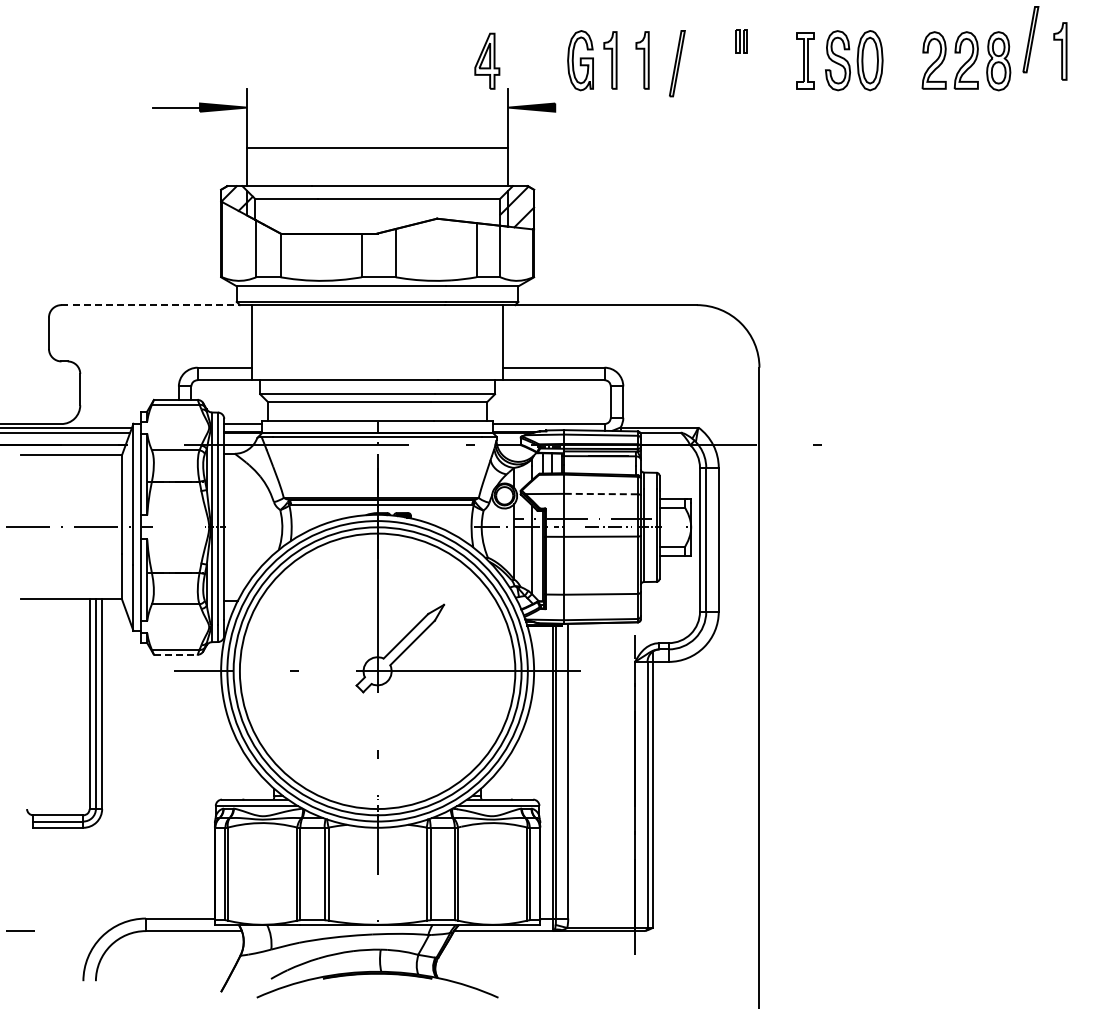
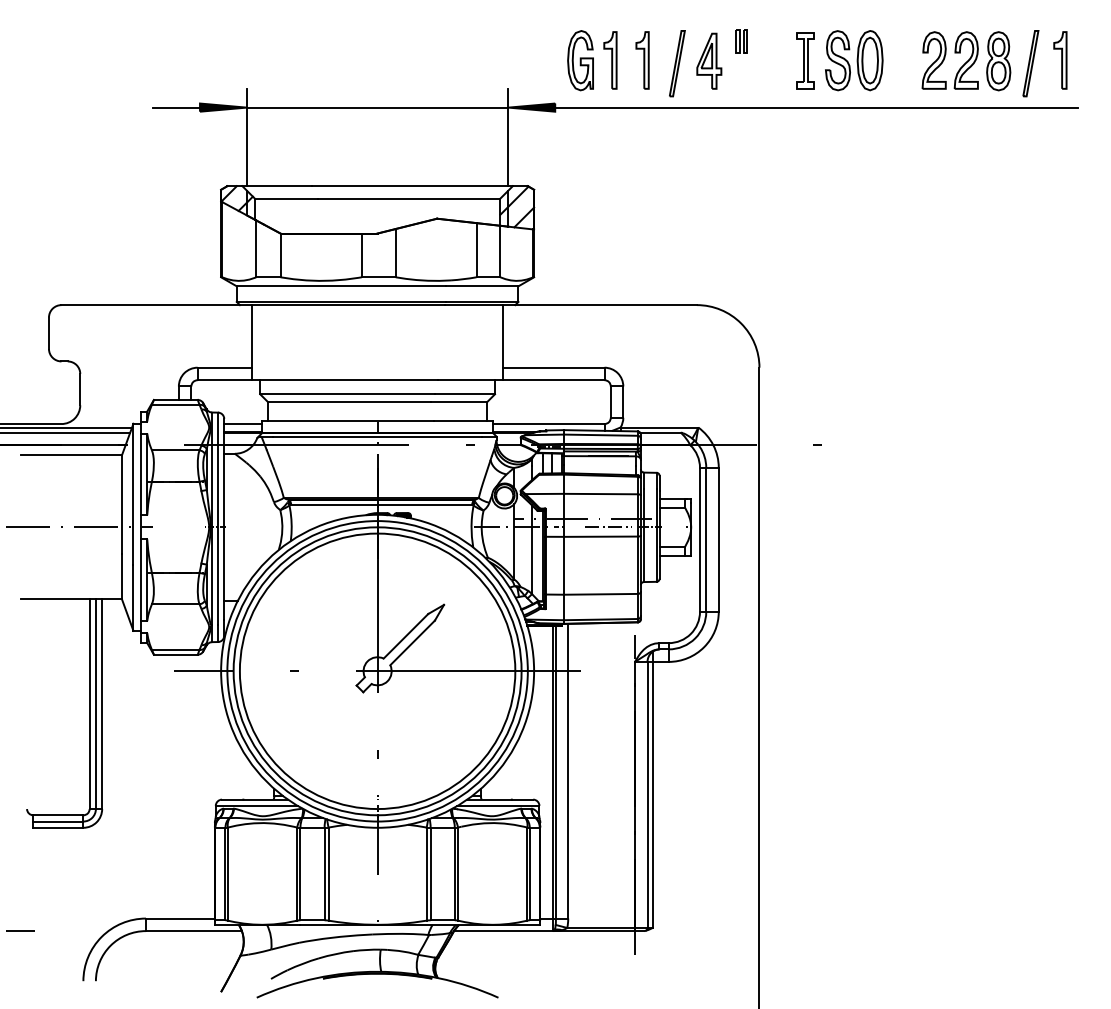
part at (1030, 39) position: (1030, 39) -> (1030, 63)
part at (1060, 51) position: (1060, 51) -> (1060, 60)
part at (487, 60) position: (487, 60) -> (709, 60)
line at (816, 107): none -> present
line at (377, 147) position: (377, 147) -> (377, 107)
line at (151, 305): dashed -> solid
line at (600, 494): dashed -> solid
line at (175, 654): dashed -> solid
